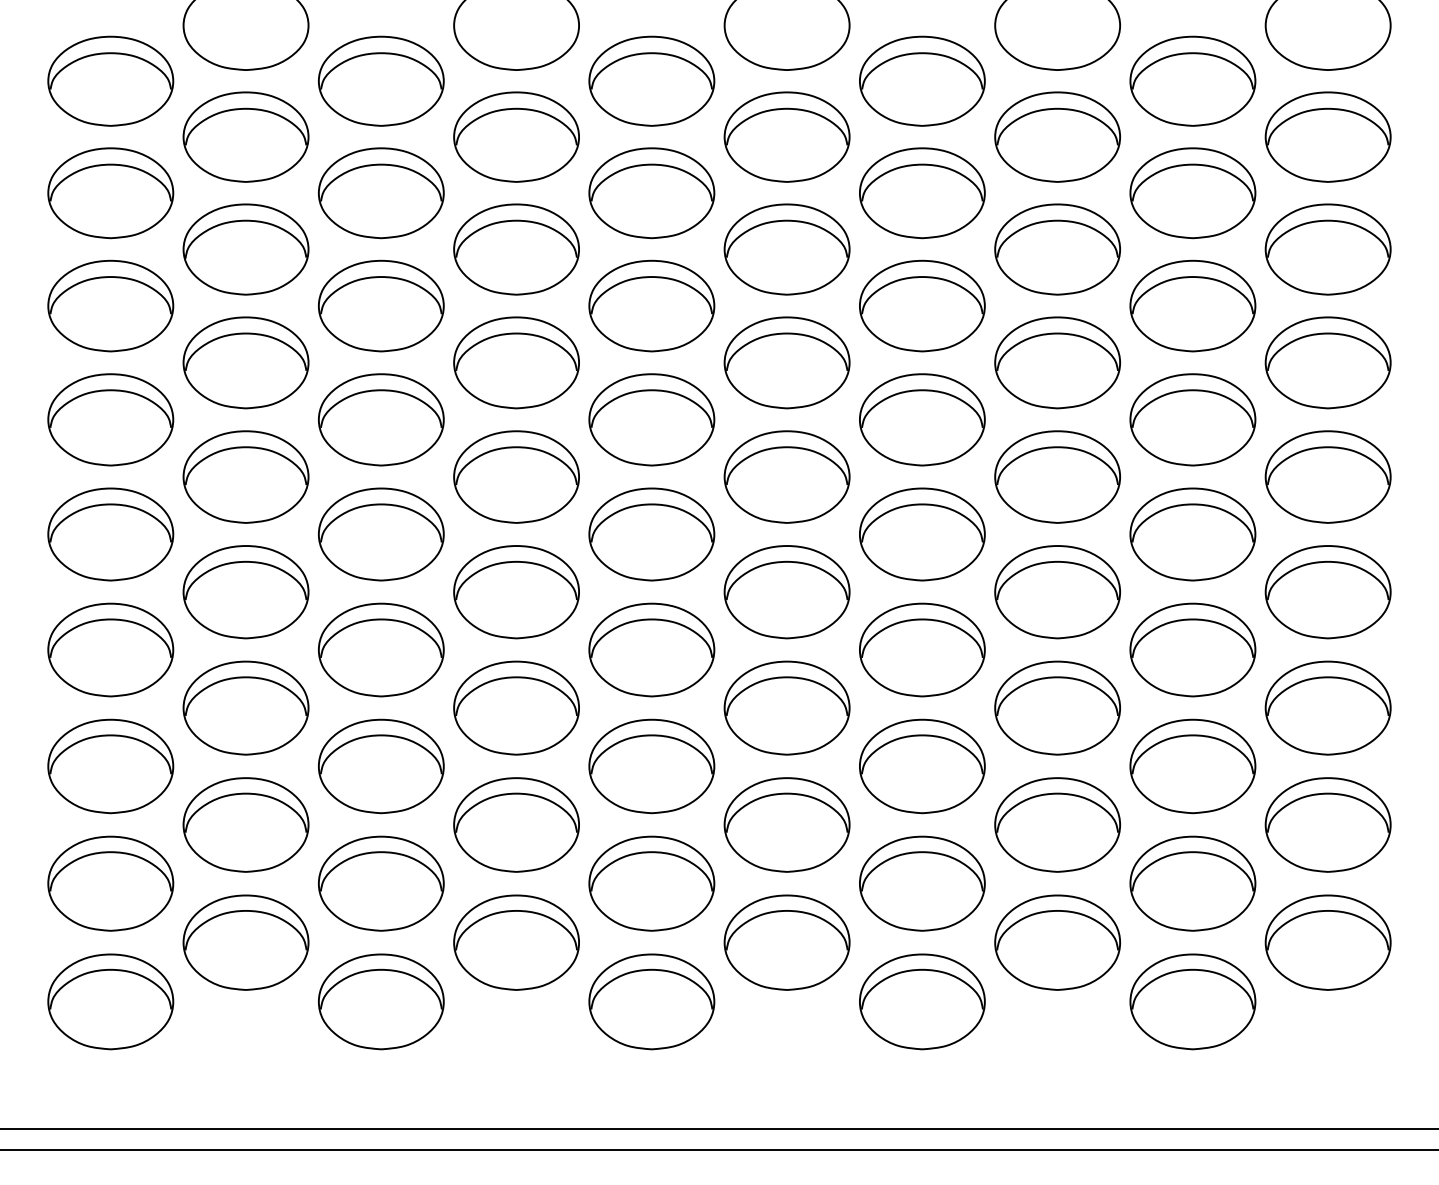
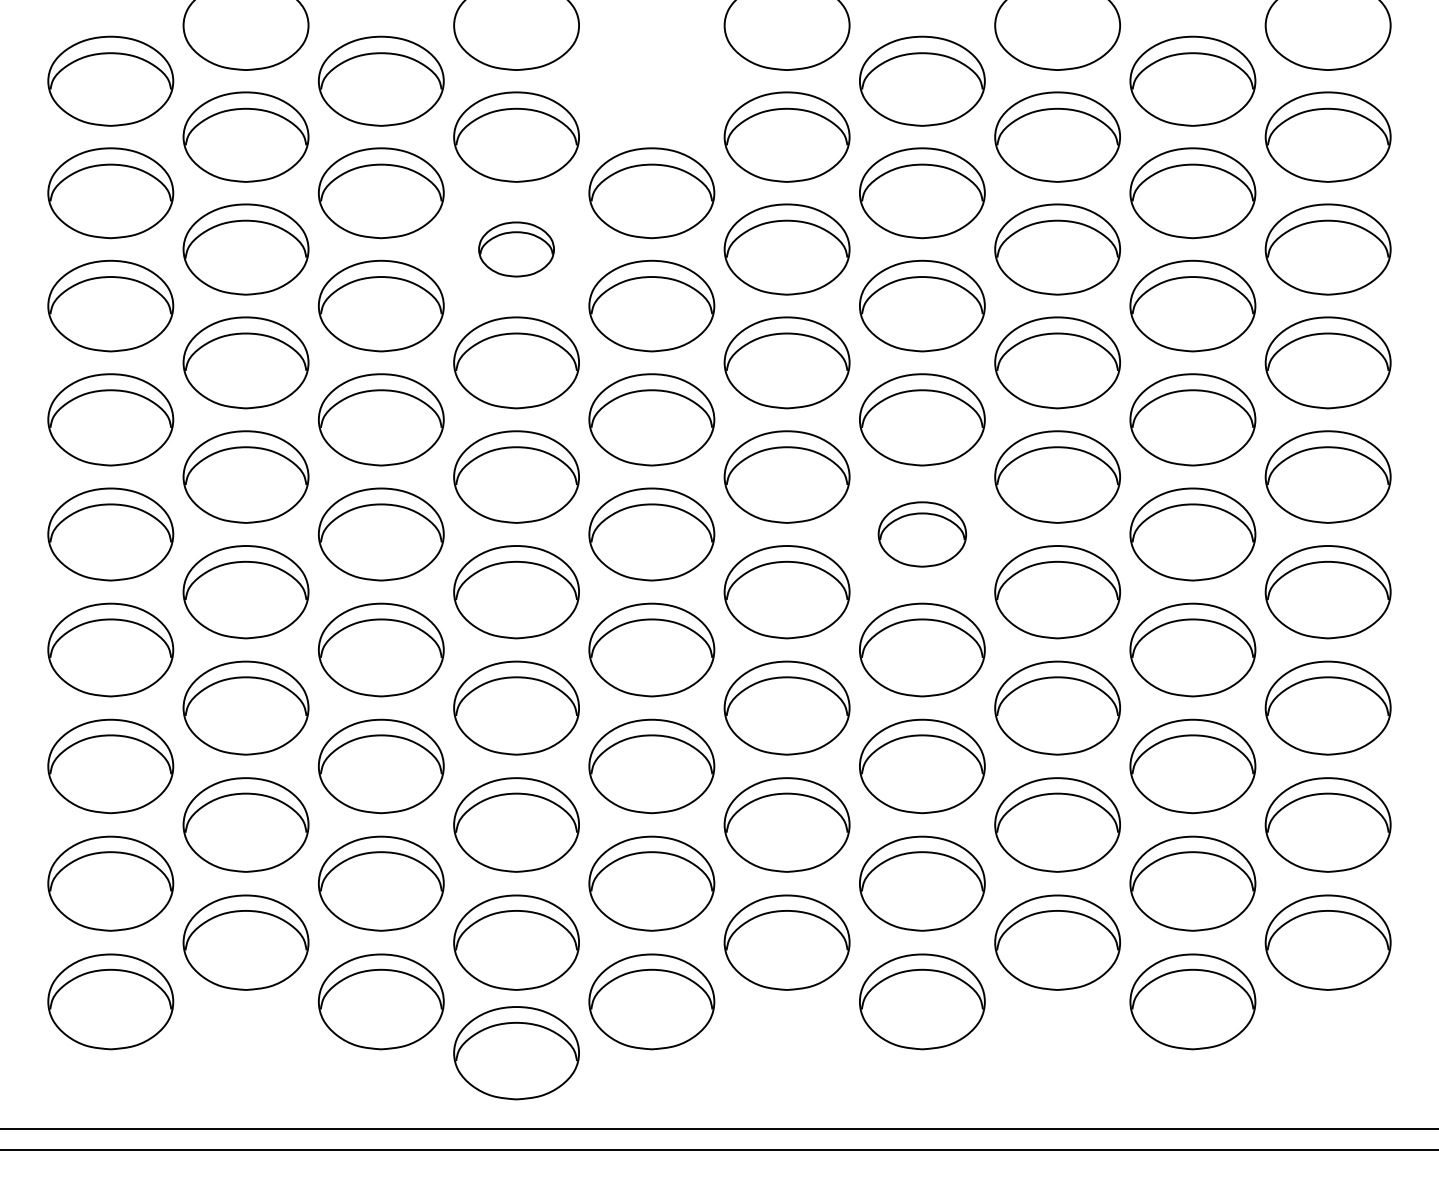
part at (651, 80): present -> none
part at (516, 249) size: 127x93 px -> 77x57 px
part at (922, 534) size: 127x95 px -> 91x67 px
part at (516, 1053): none -> present
